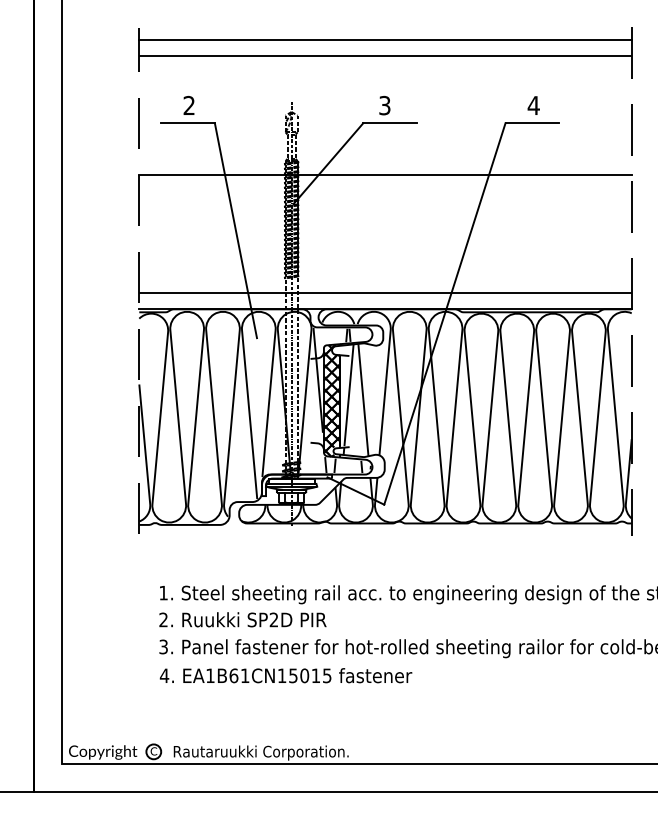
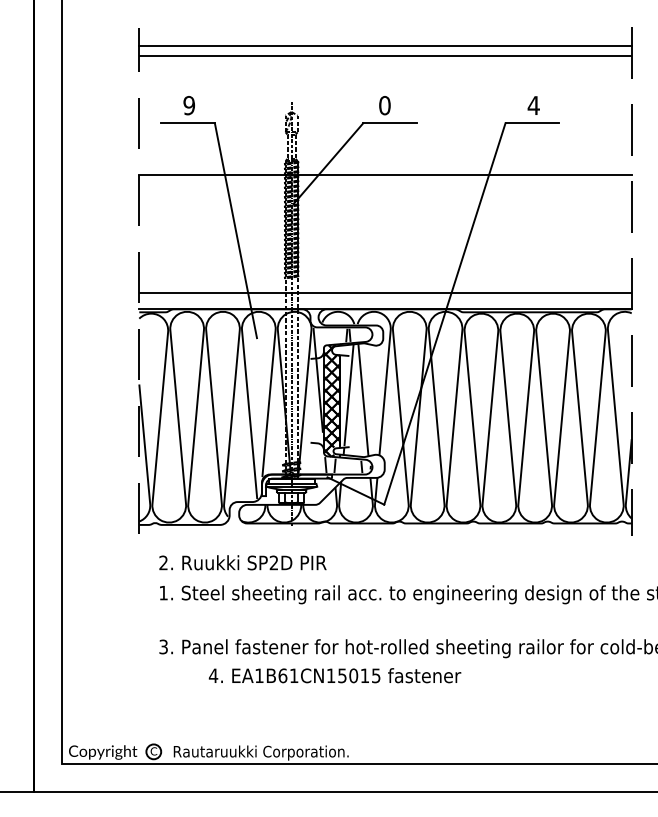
line at (385, 39) position: (385, 39) -> (385, 45)
text at (189, 105): 2 -> 9
text at (384, 105): 3 -> 0
text at (242, 619) position: (242, 619) -> (242, 562)
text at (285, 675) position: (285, 675) -> (334, 675)
